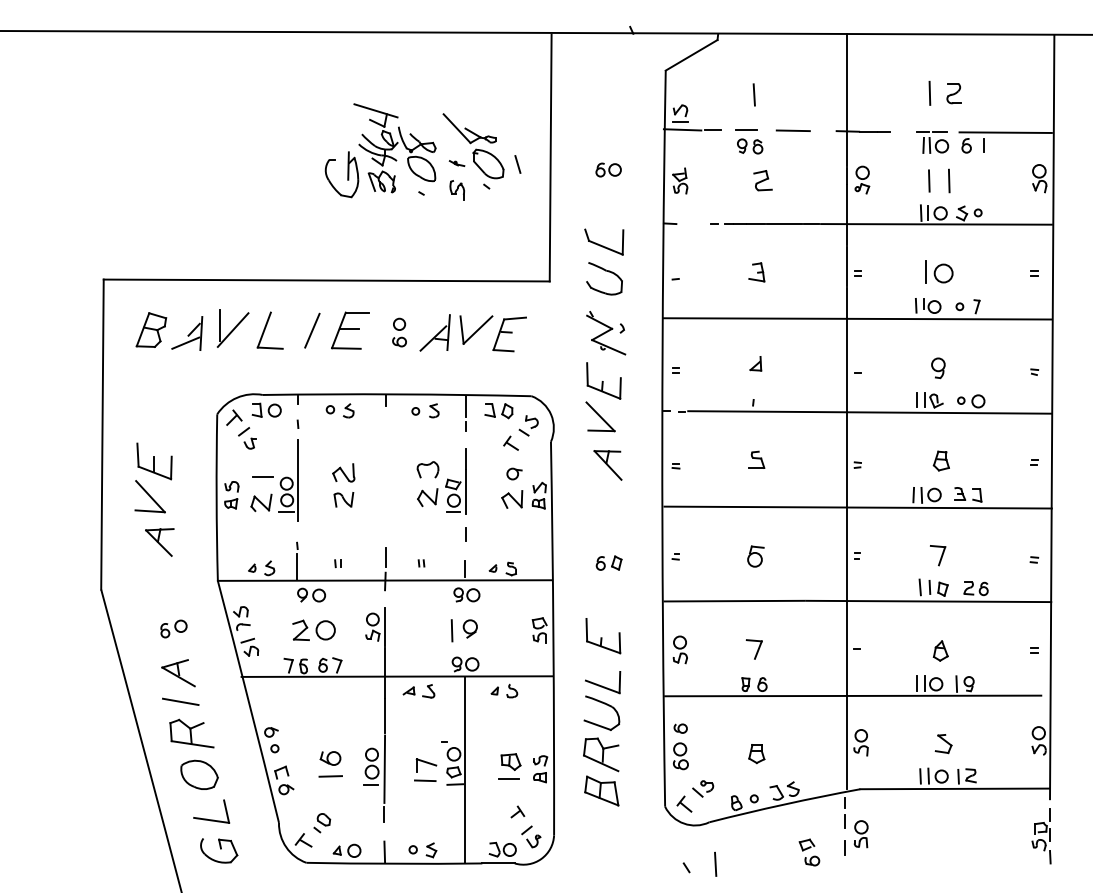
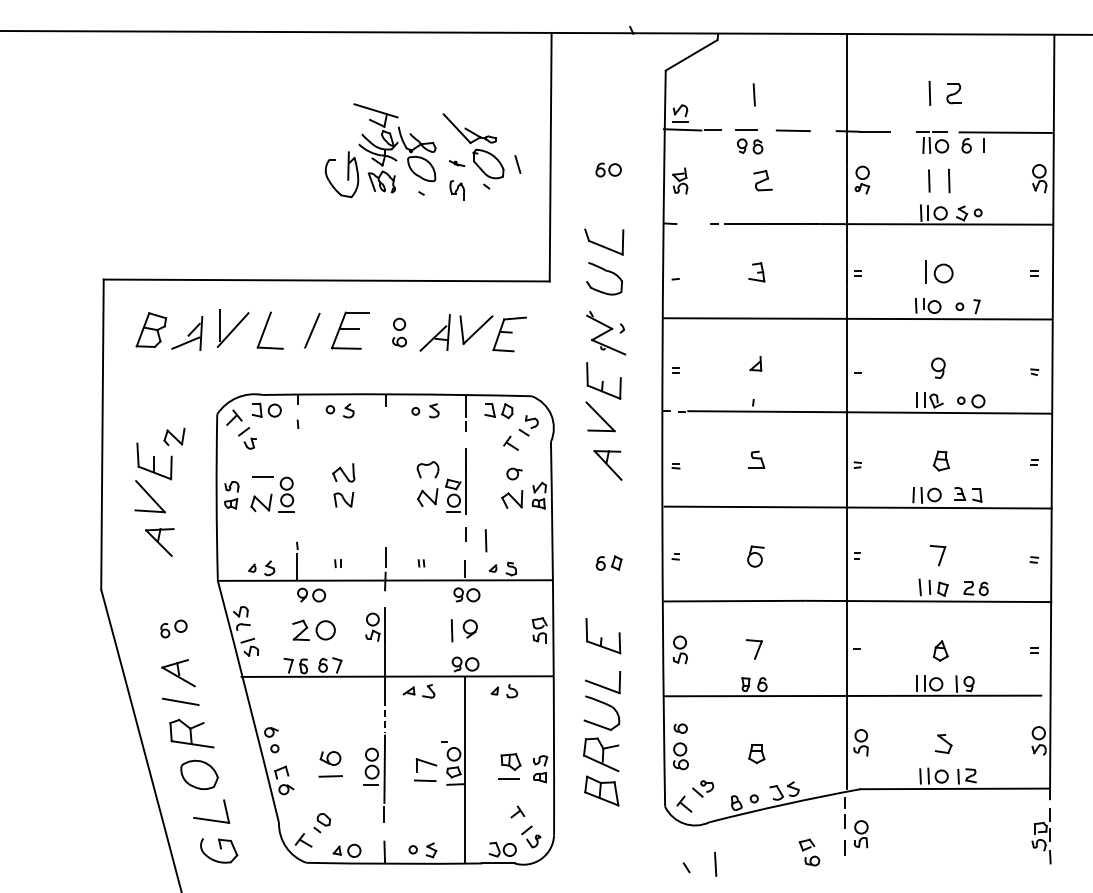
part at (174, 436): none -> present
line at (297, 479): present -> none
line at (485, 540): none -> present
line at (385, 716): solid -> dashed
